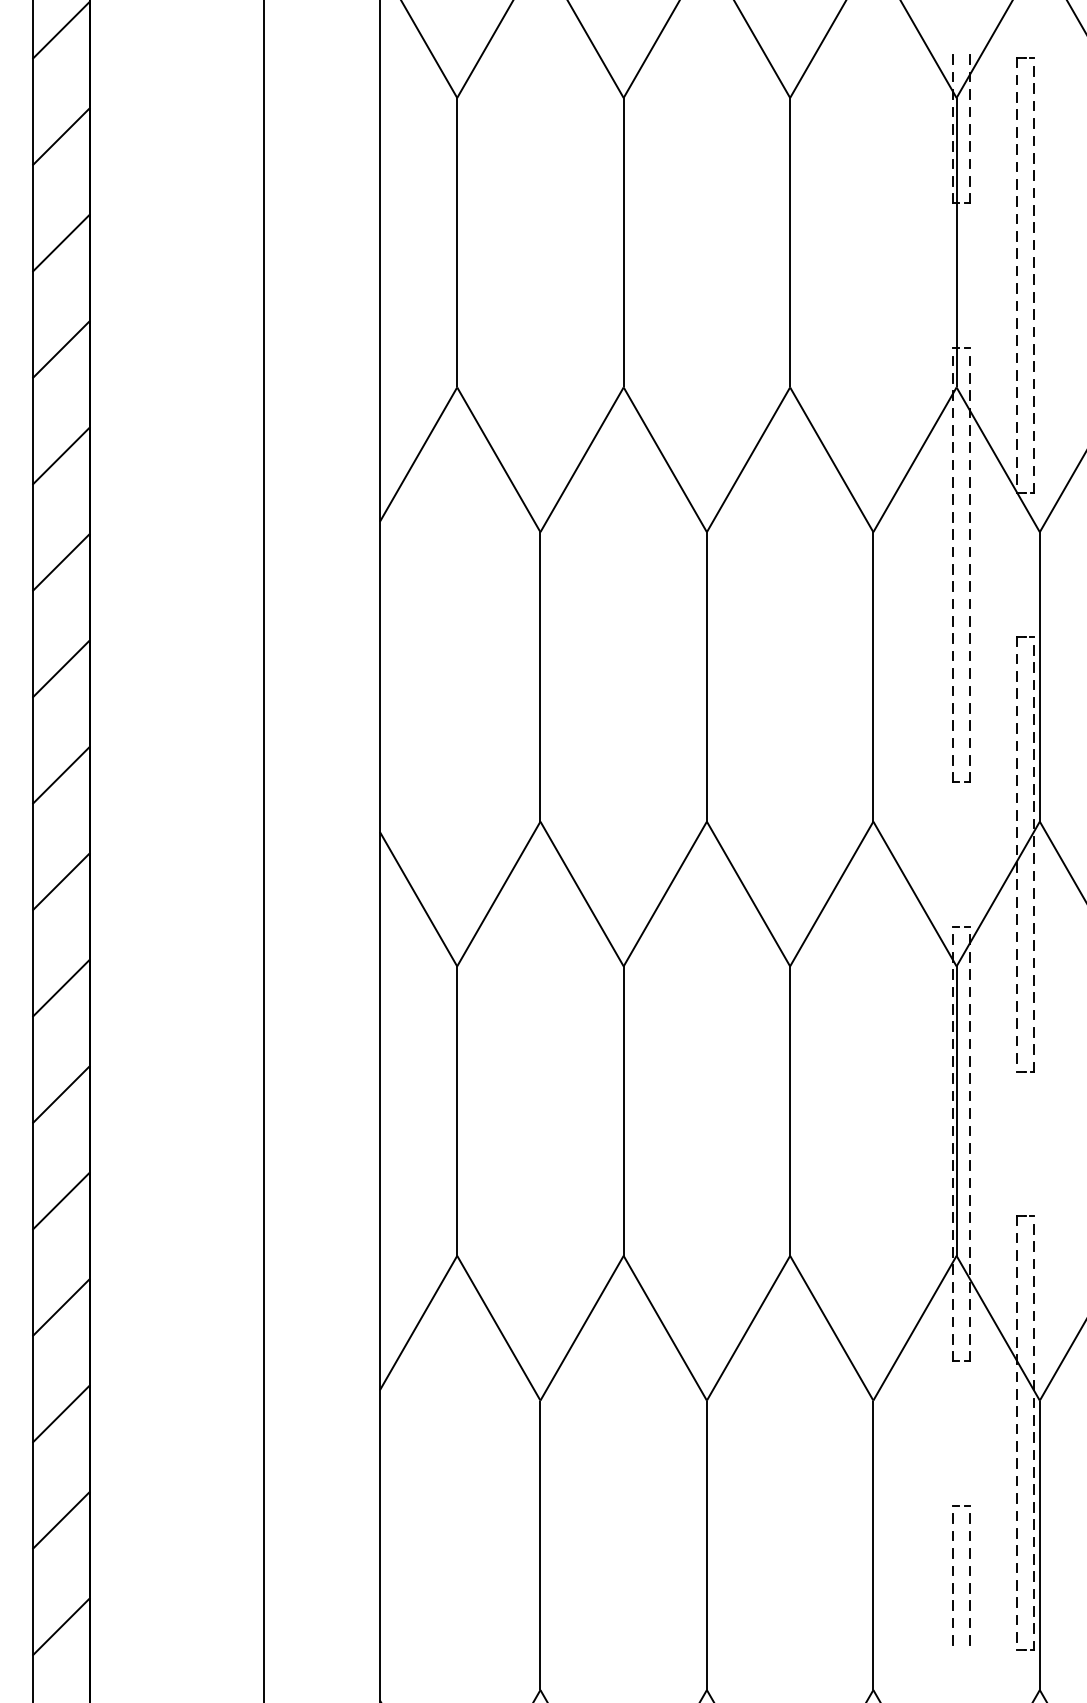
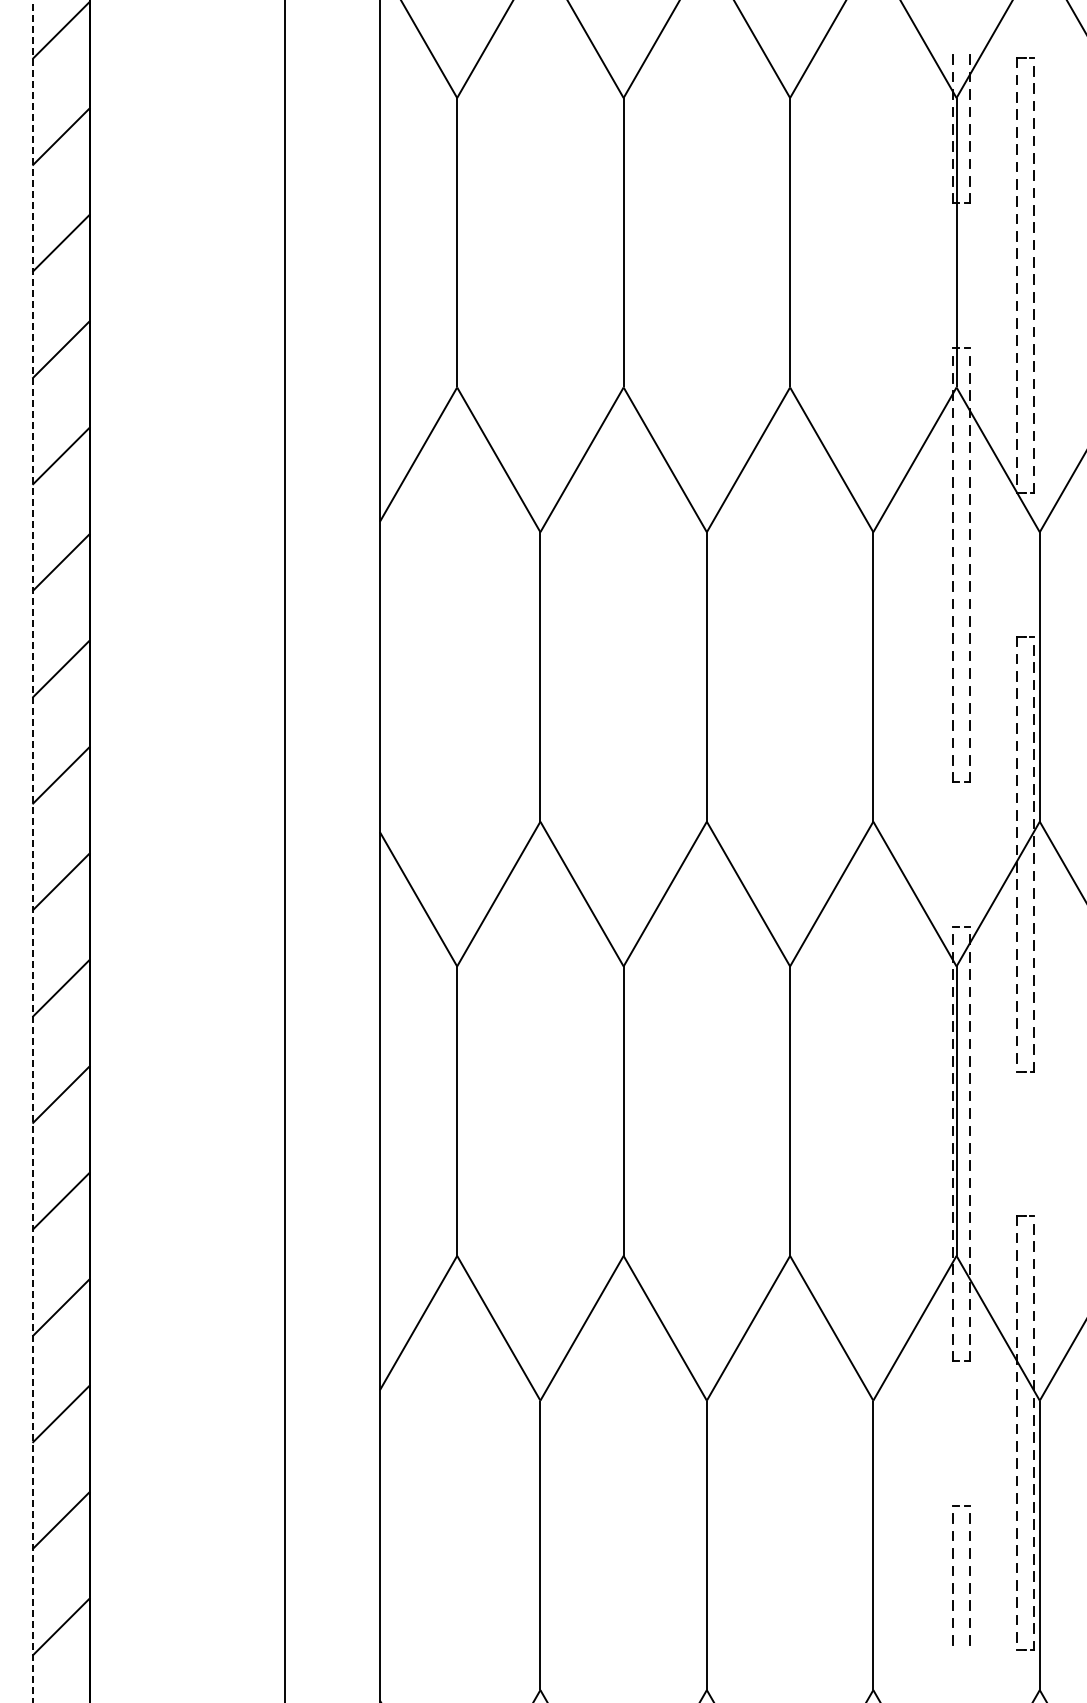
line at (264, 850) position: (264, 850) -> (285, 850)
line at (32, 851): solid -> dashed
